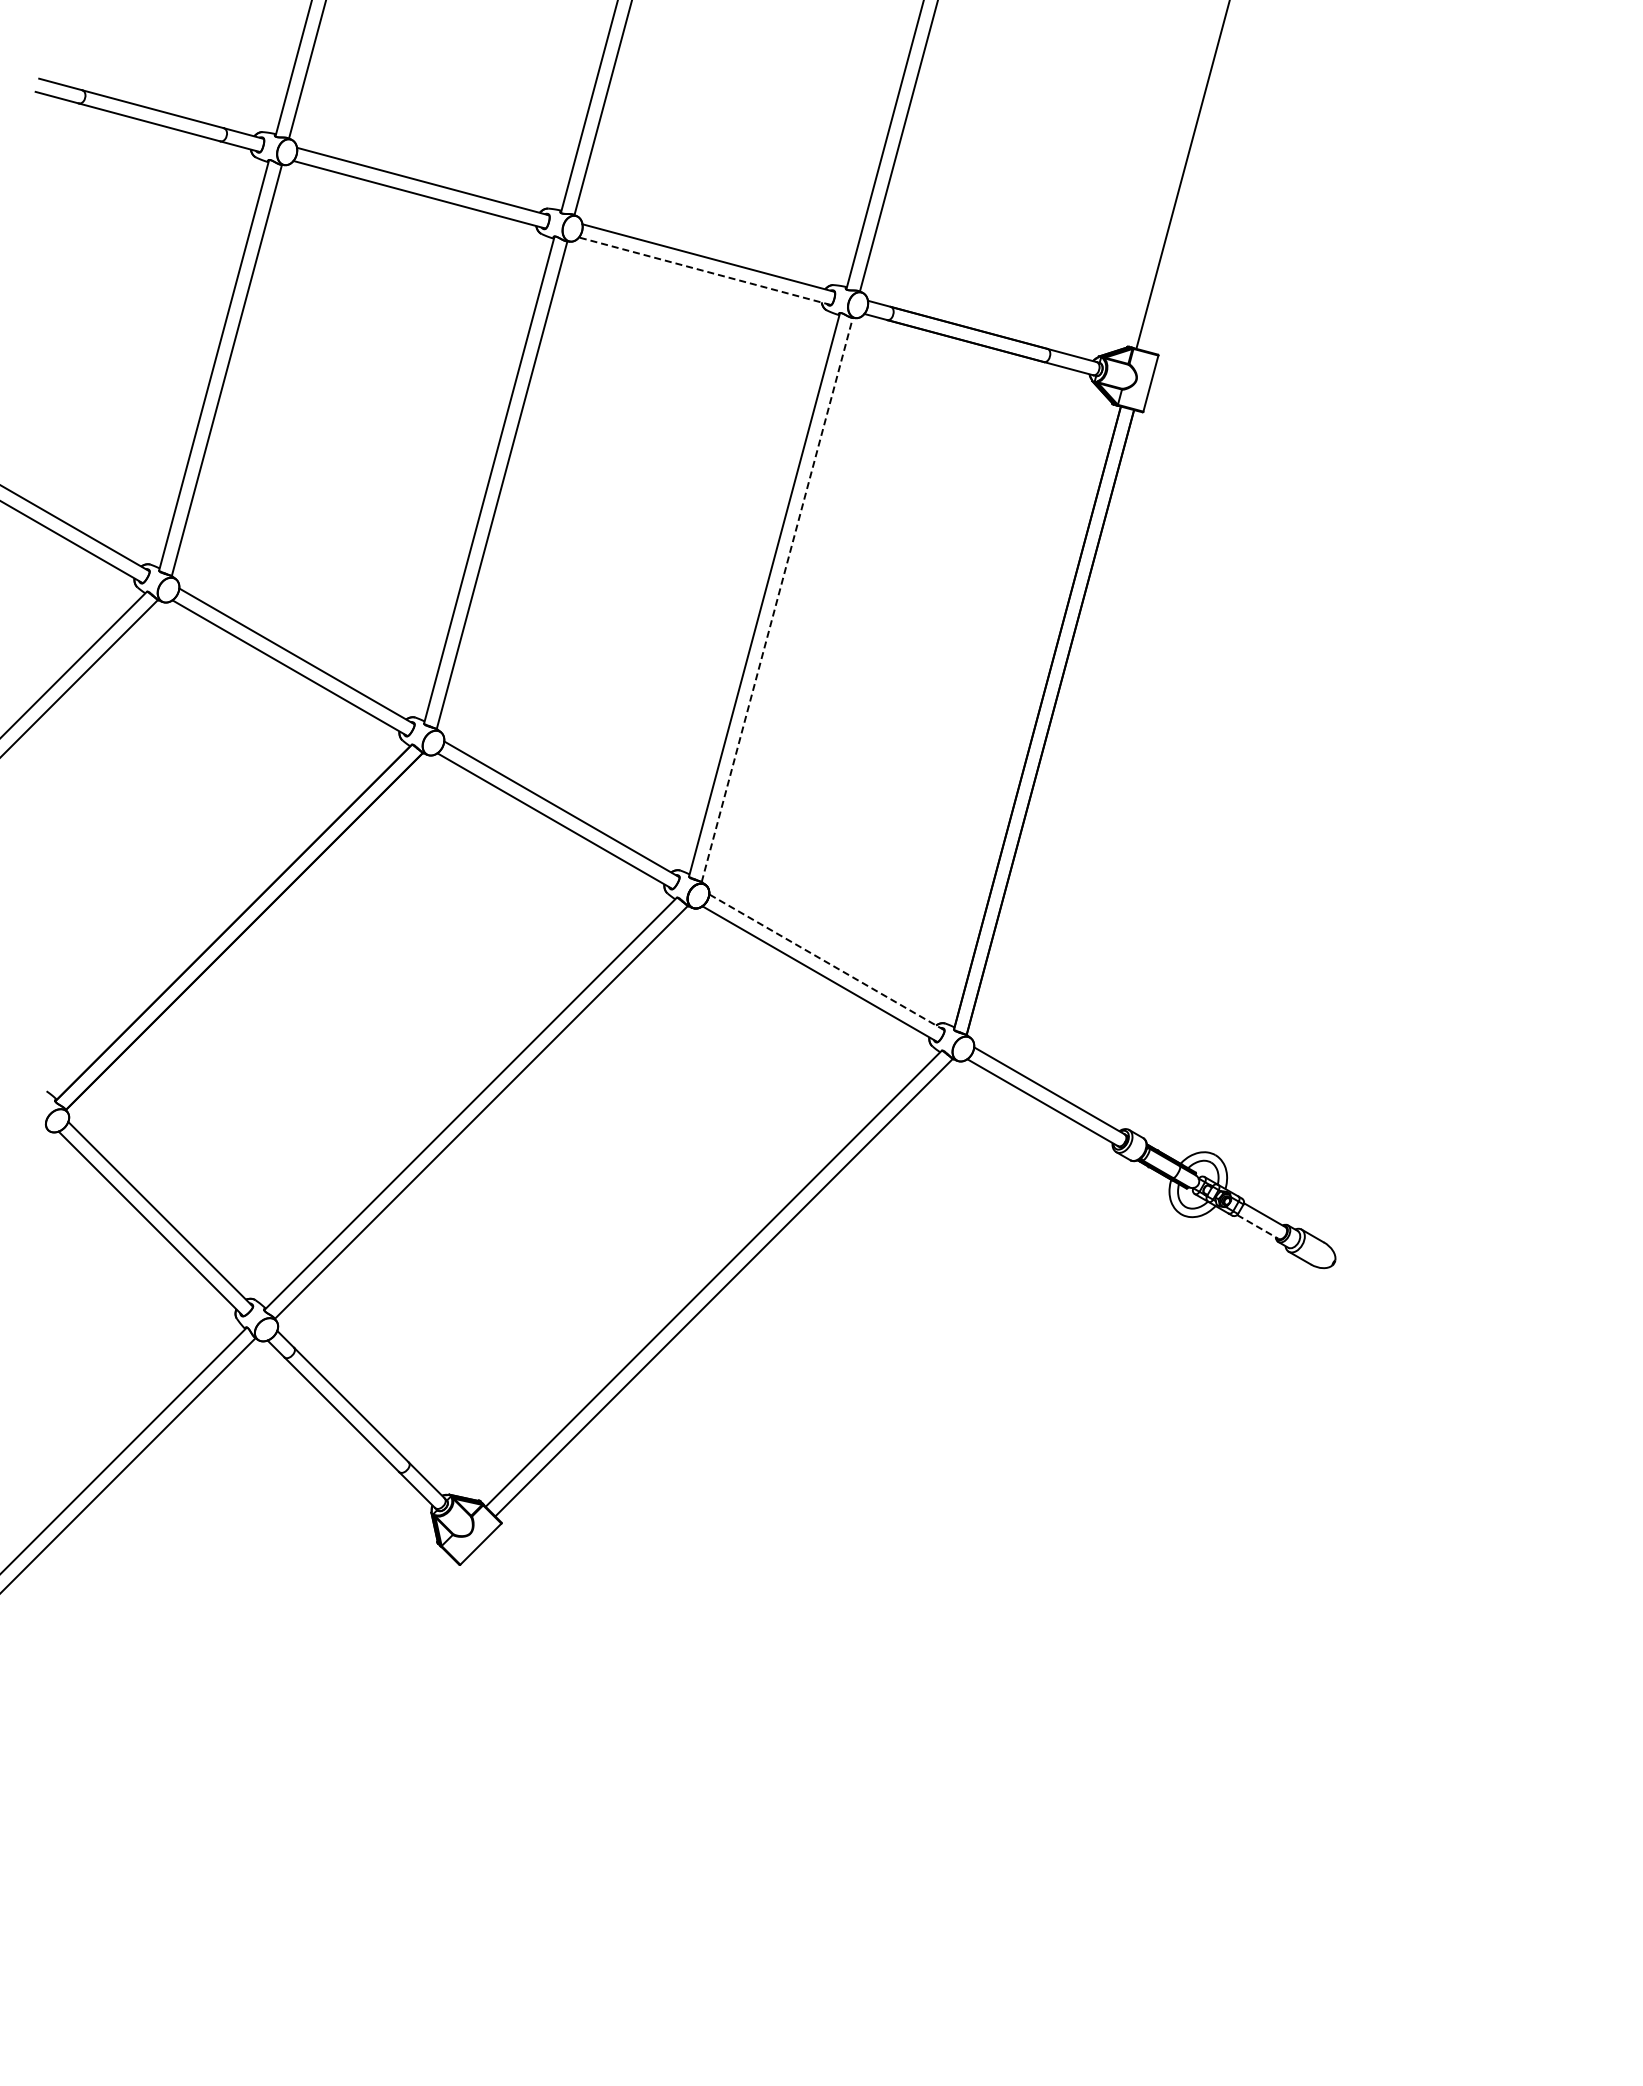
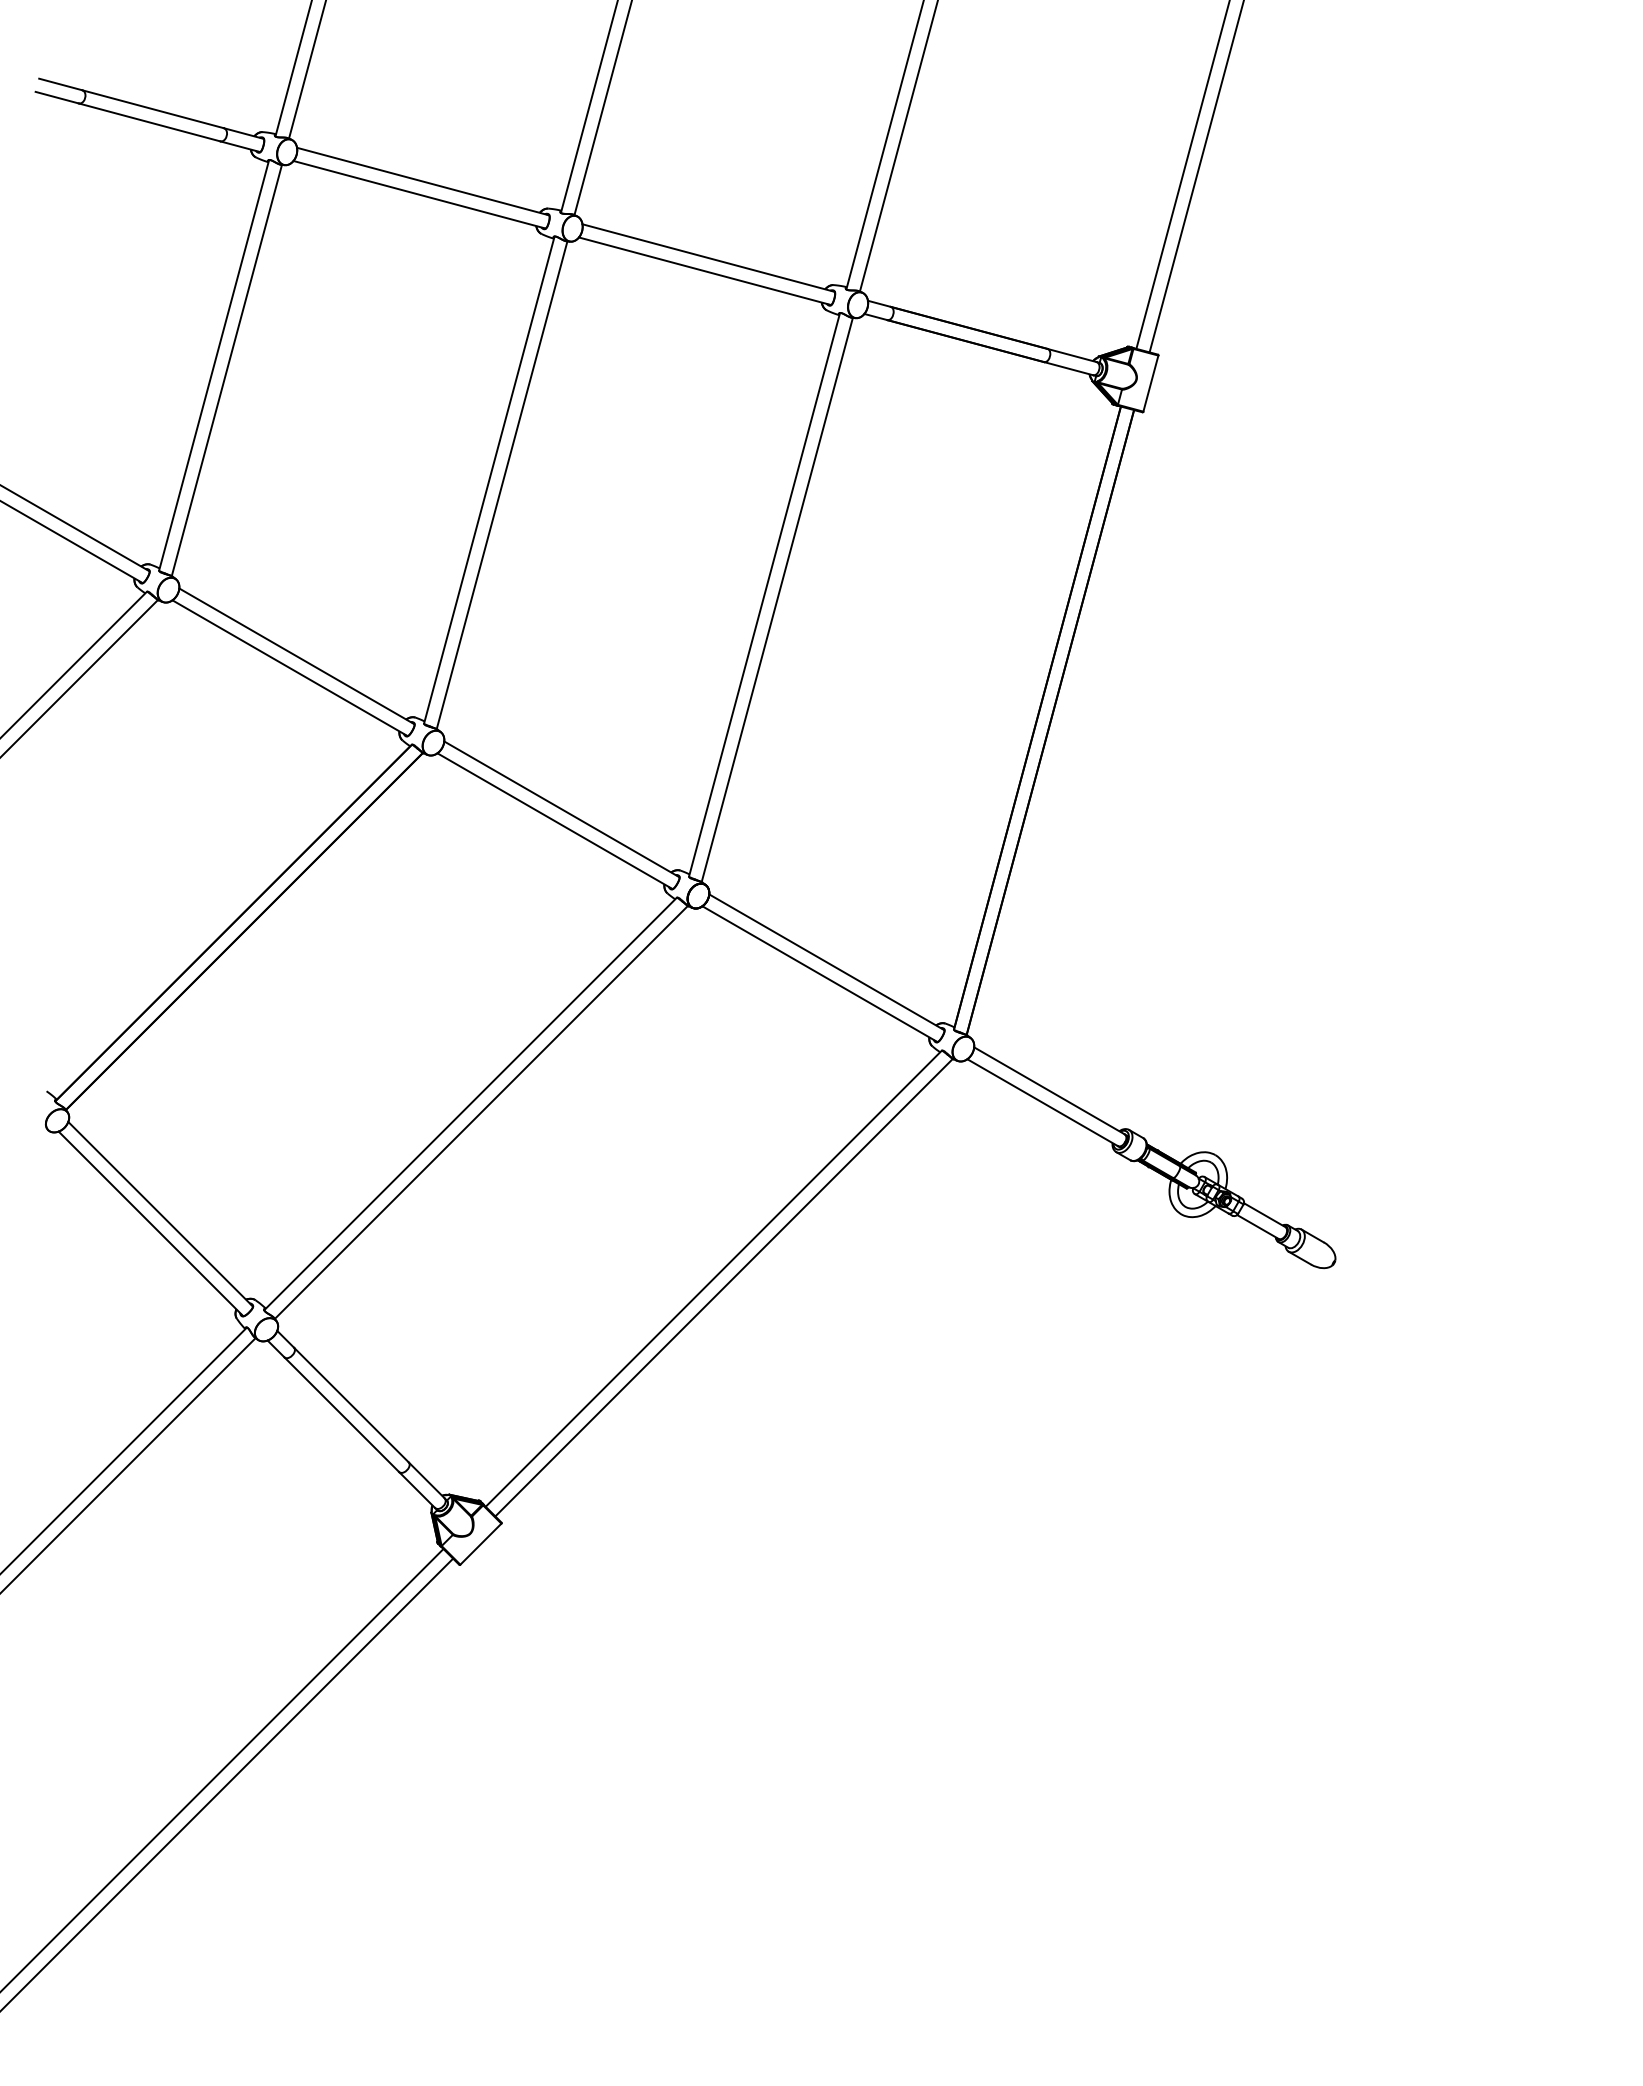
line at (1196, 177): none -> present
line at (704, 271): dashed -> solid
line at (777, 599): dashed -> solid
line at (826, 962): dashed -> solid
line at (1257, 1226): dashed -> solid
line at (222, 1769): none -> present
line at (227, 1783): none -> present
